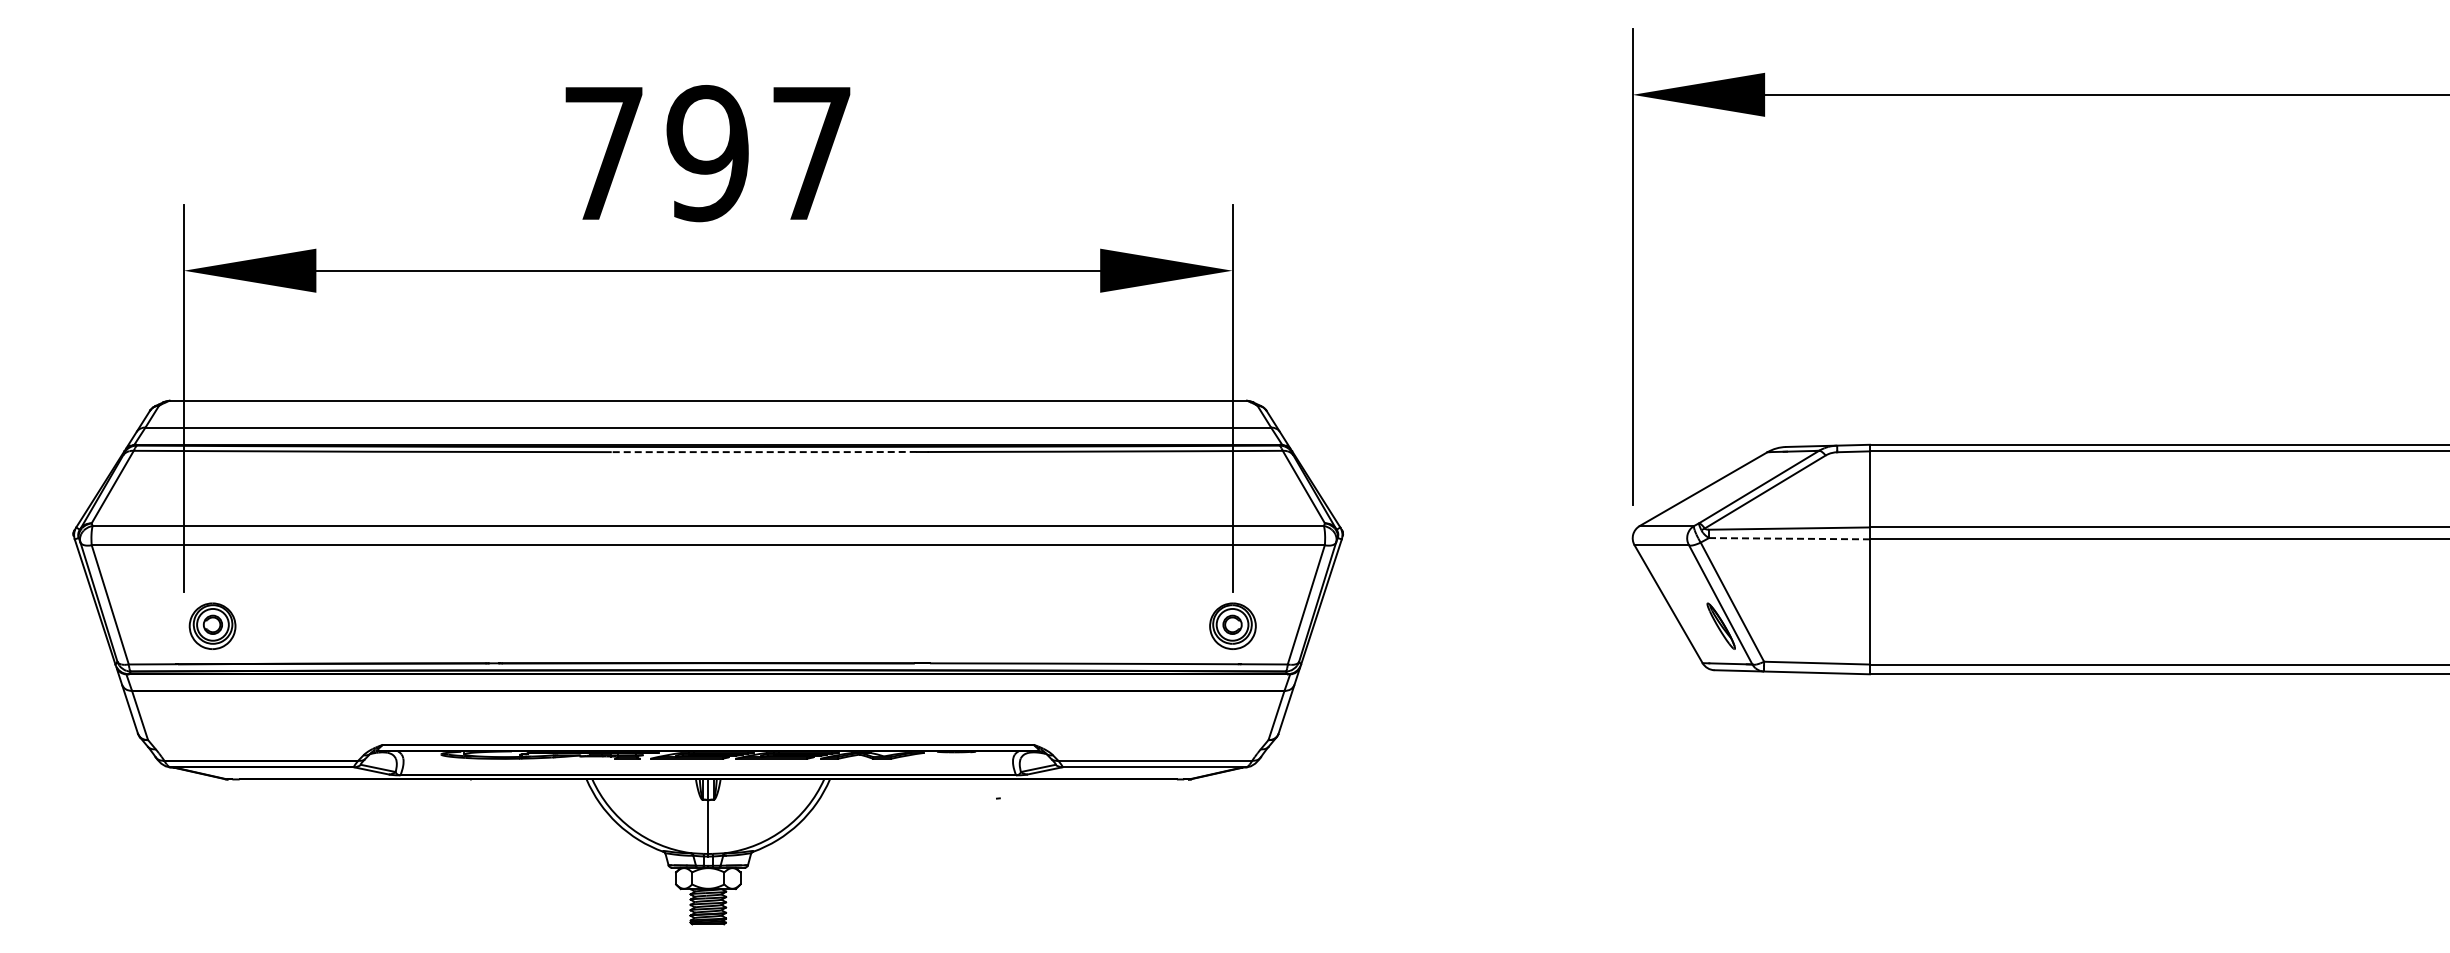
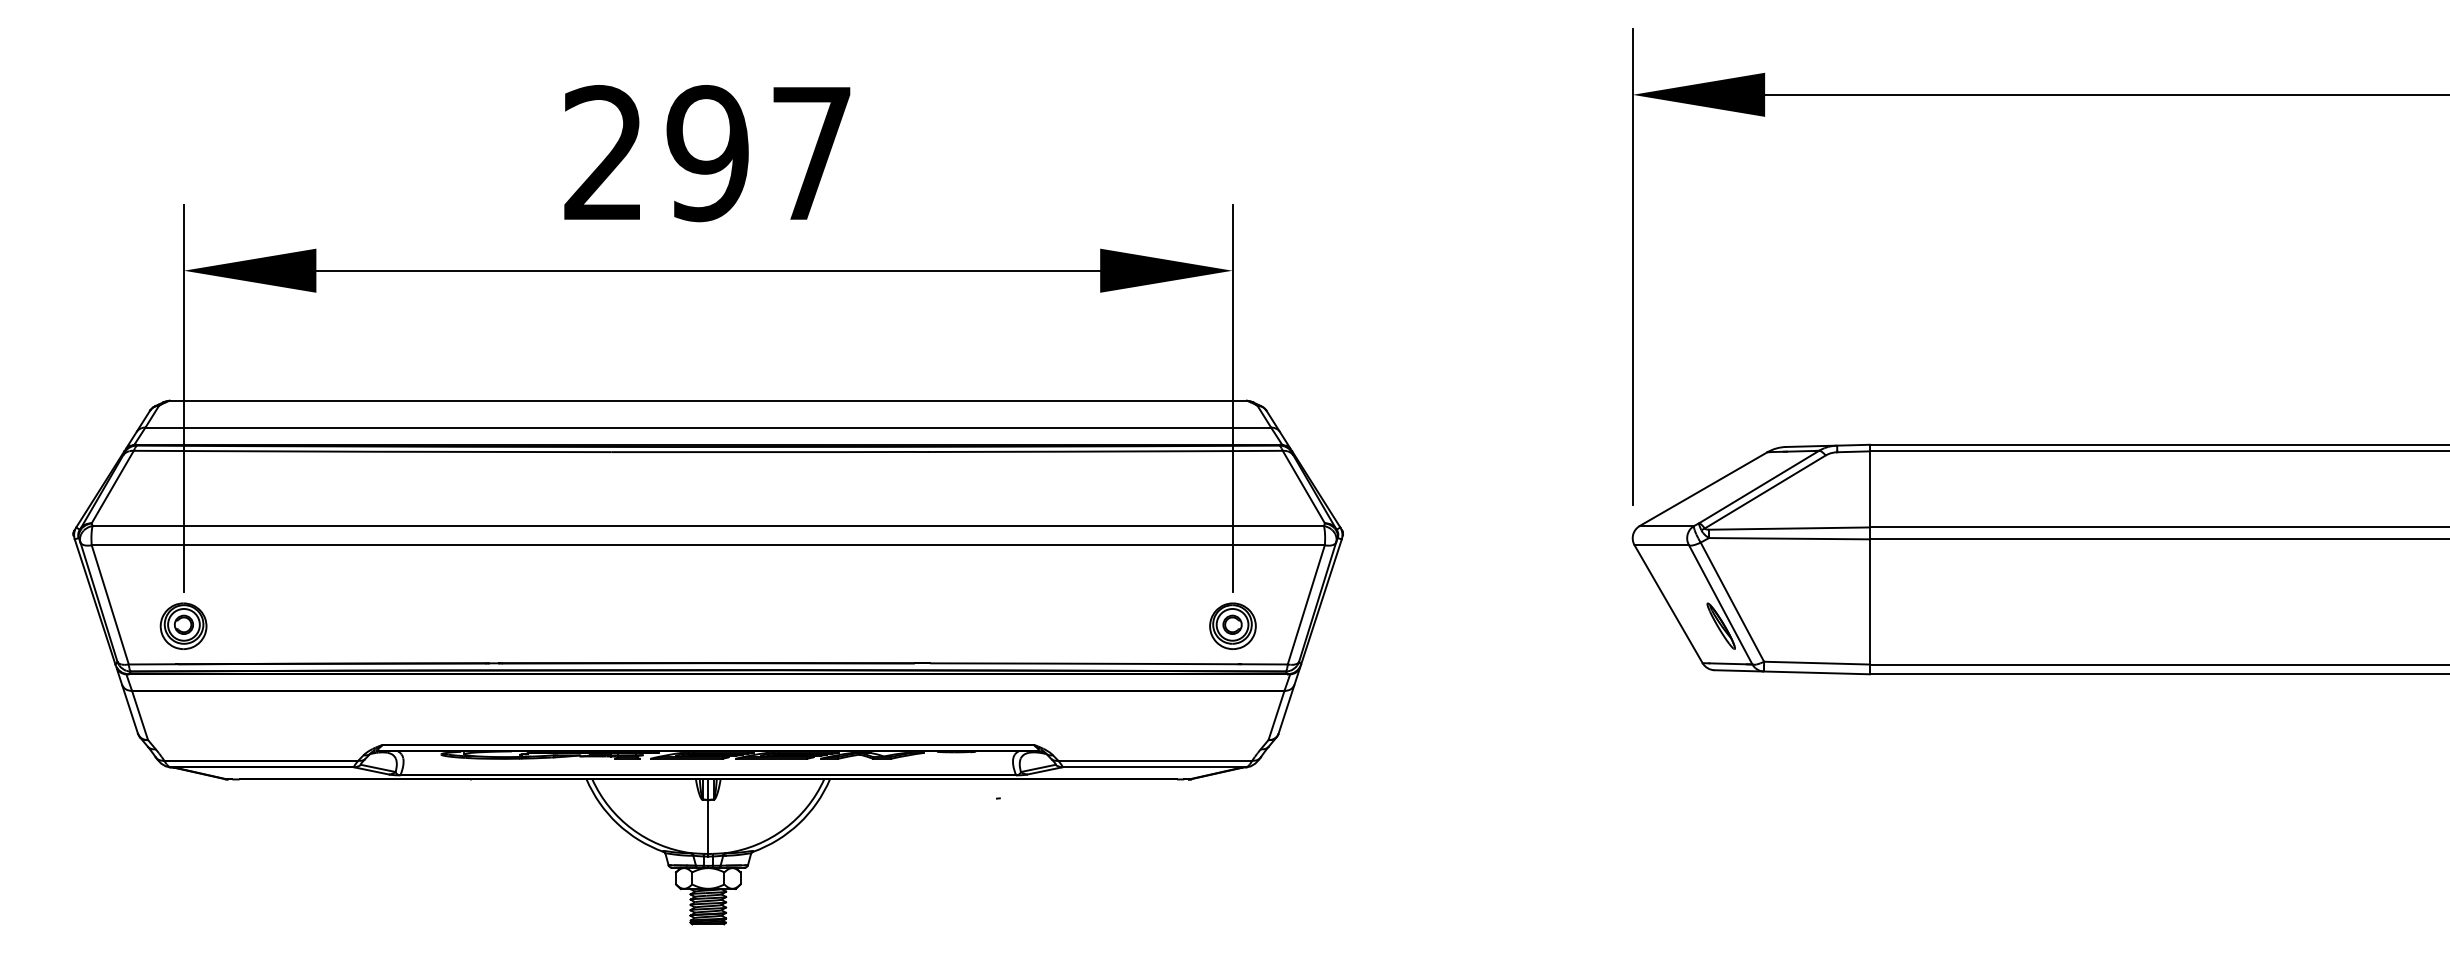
text at (603, 152): 797 -> 297
line at (764, 452): dashed -> solid
line at (1789, 538): dashed -> solid
part at (212, 625) position: (212, 625) -> (183, 625)
